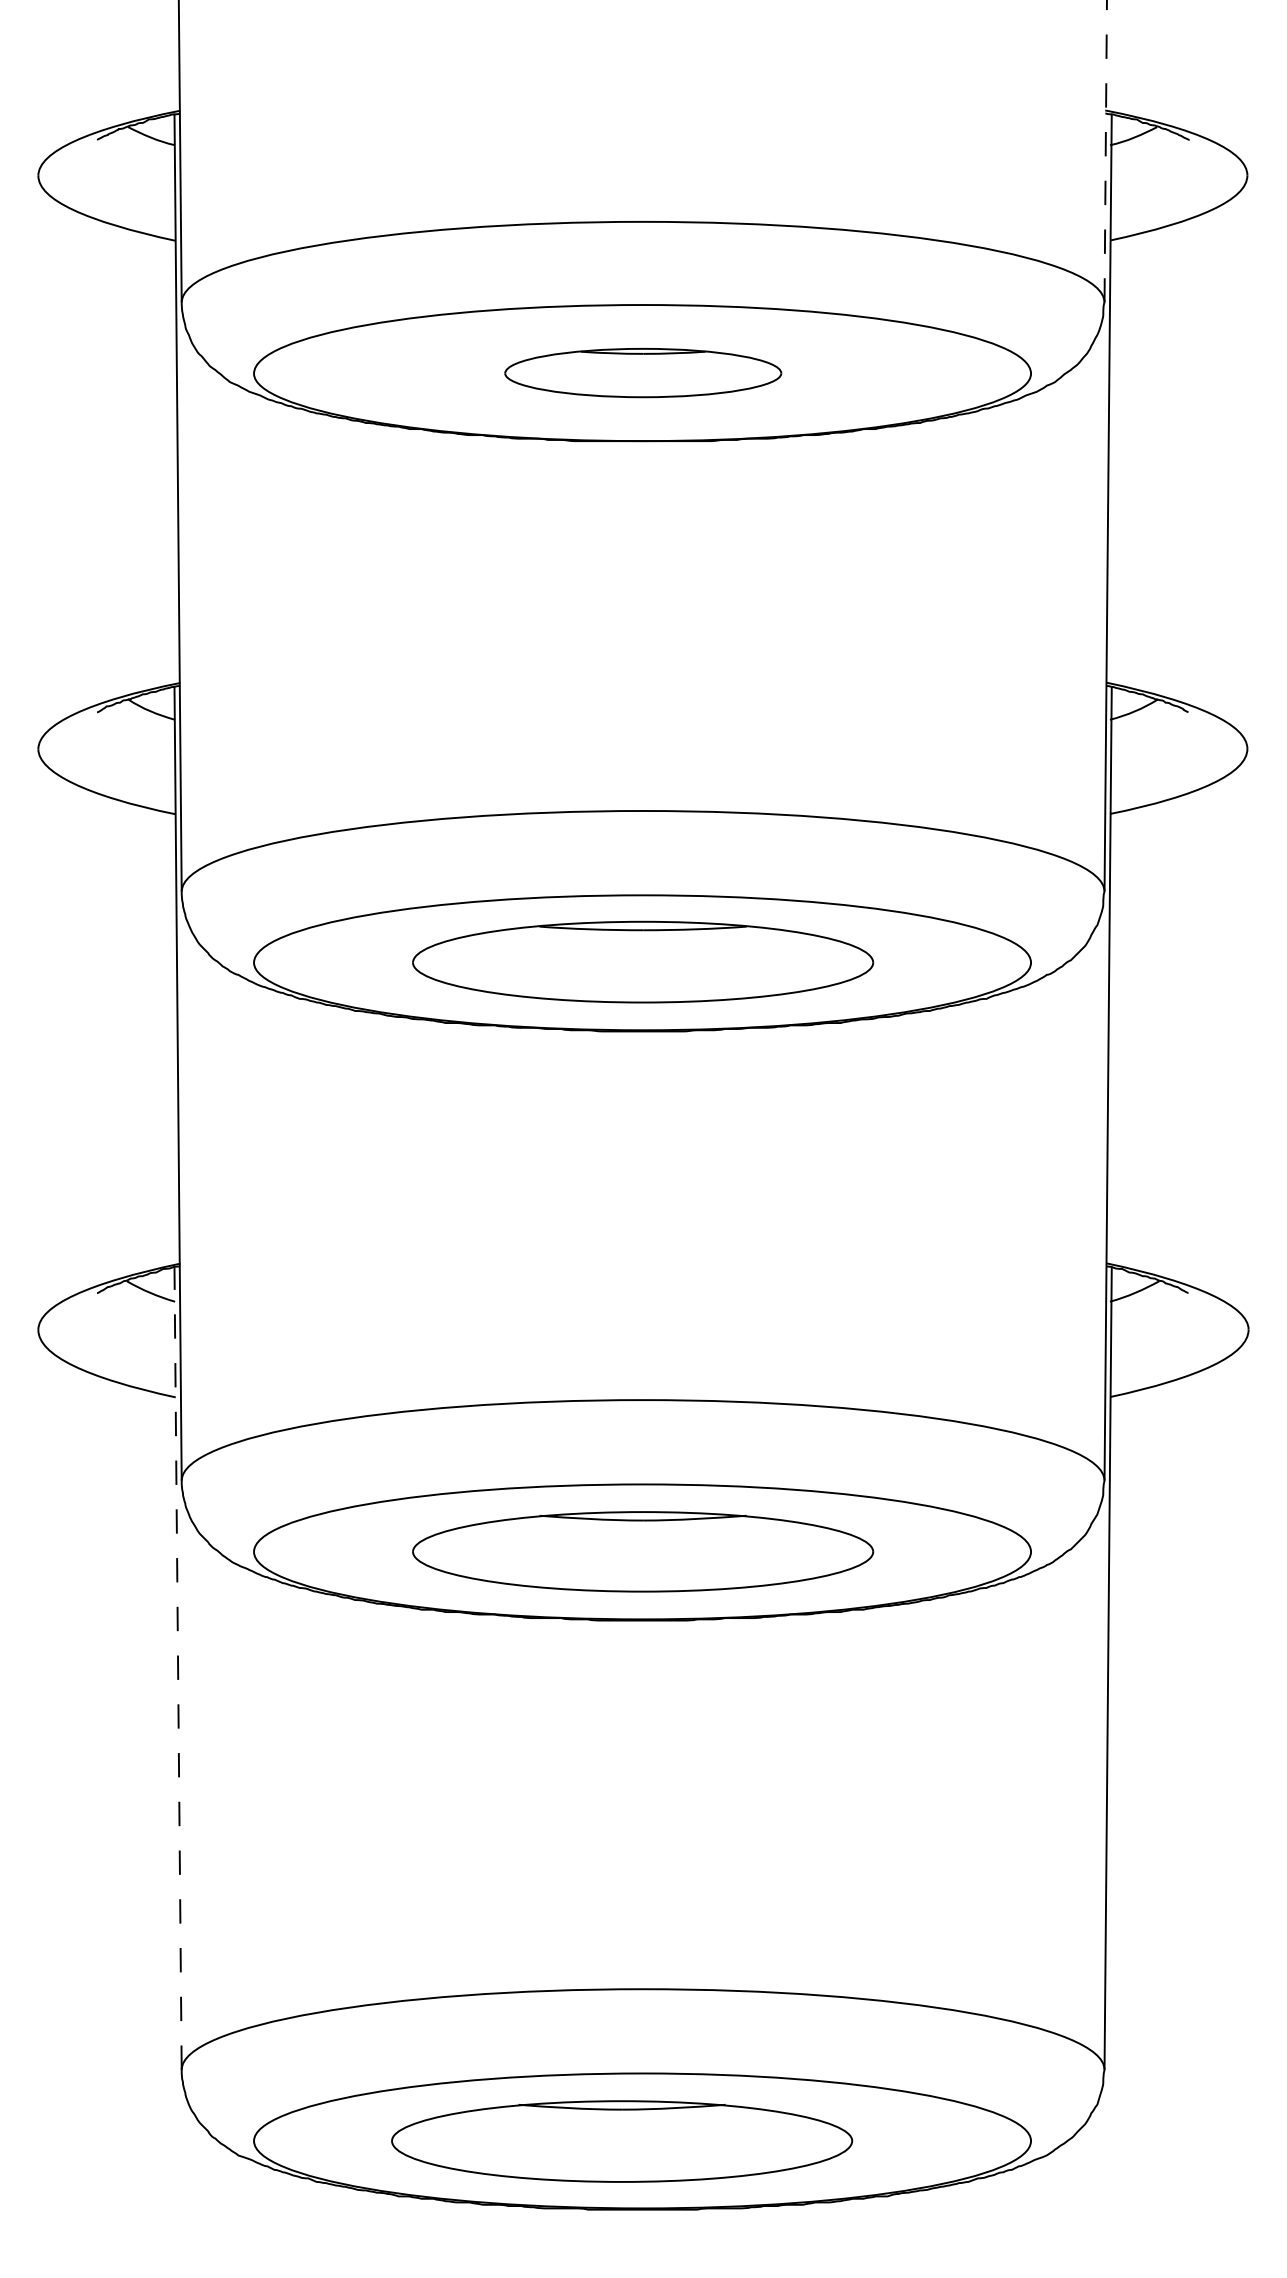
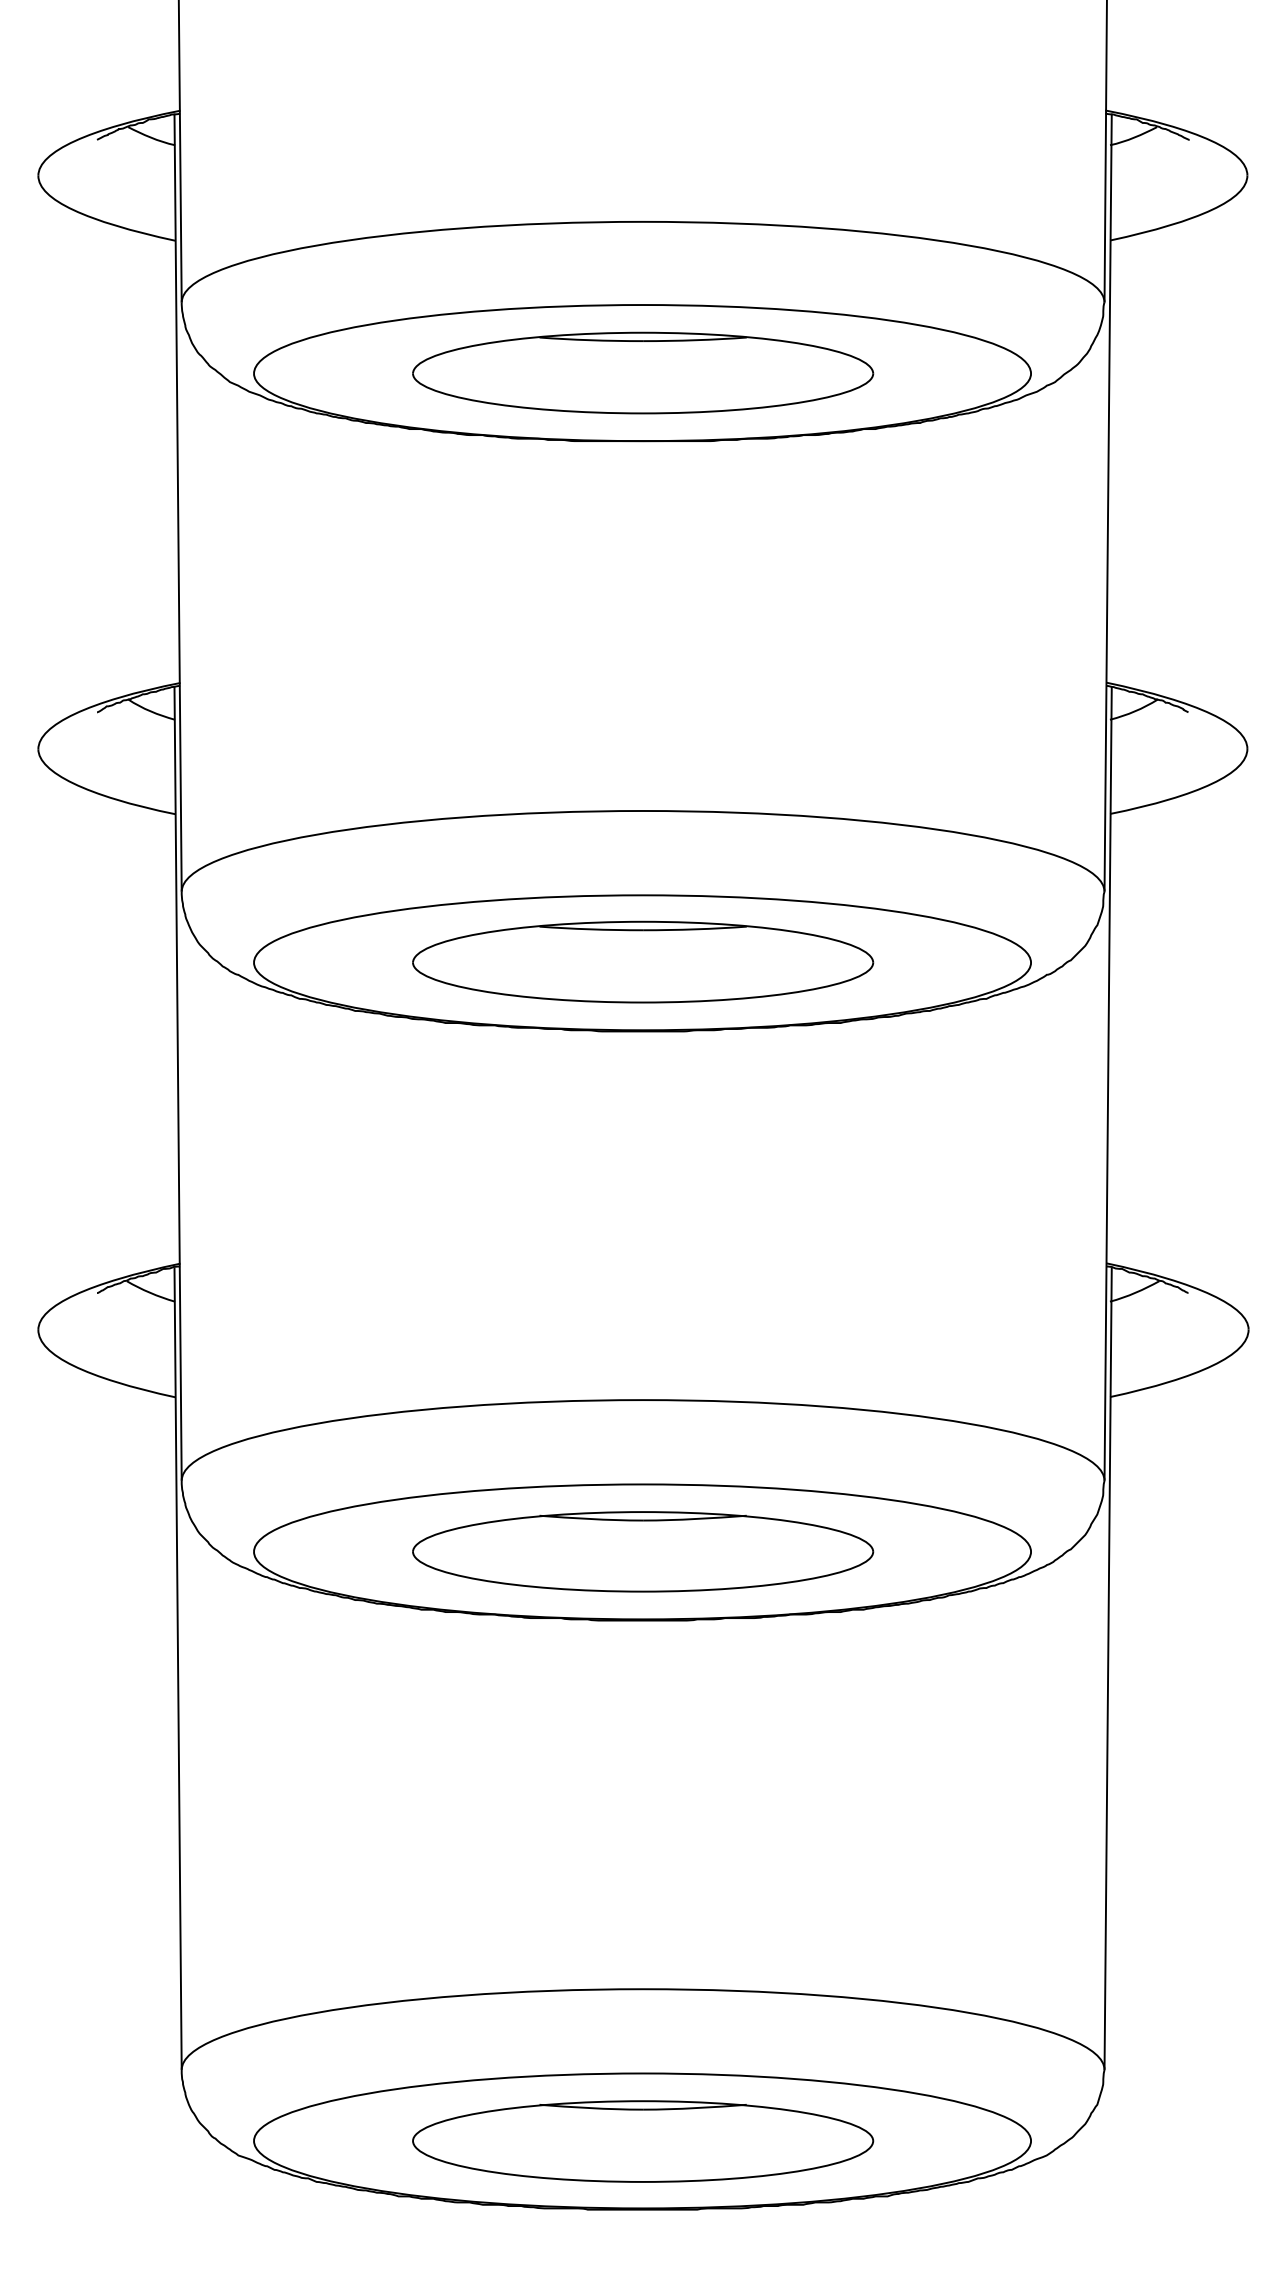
line at (1105, 151): dashed -> solid
part at (643, 373) size: 279x51 px -> 463x84 px
line at (178, 1668): dashed -> solid
part at (622, 2141) position: (622, 2141) -> (643, 2141)
